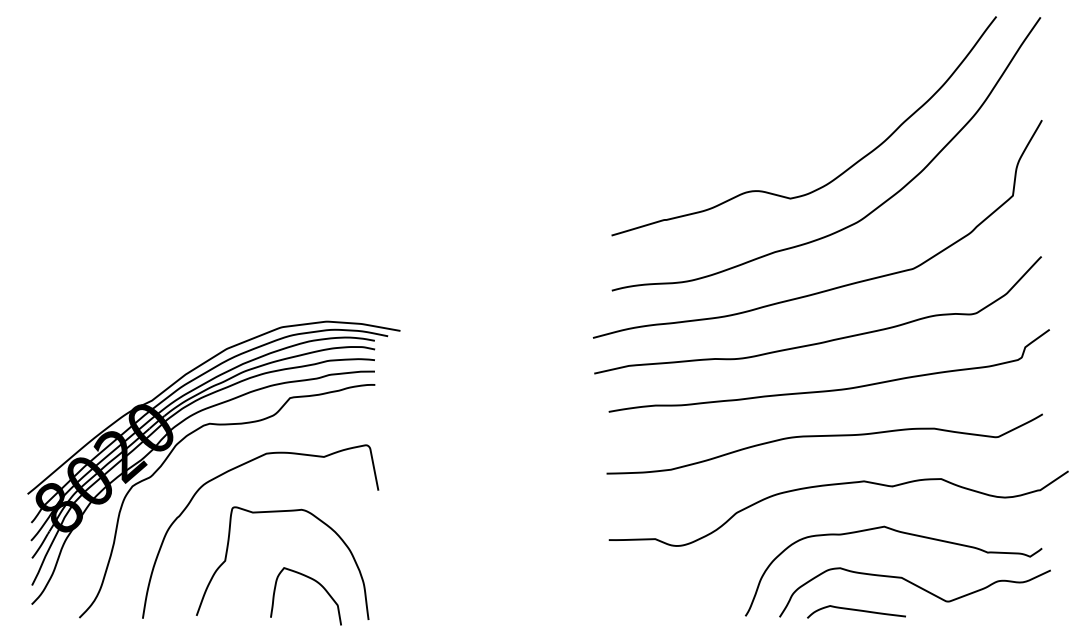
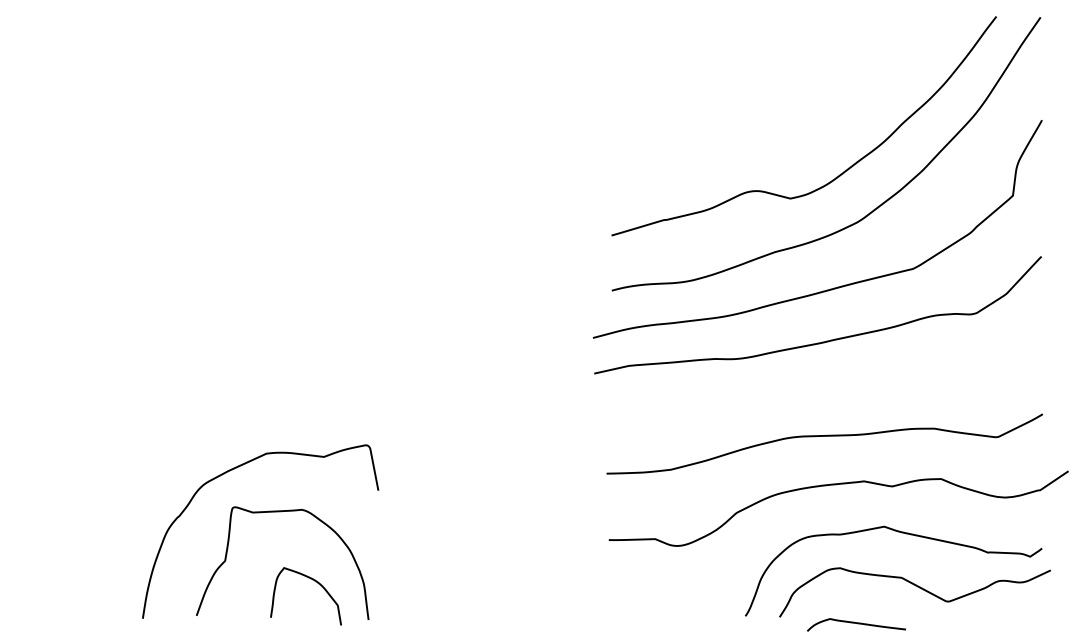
curve at (830, 389): present -> none
part at (191, 434): present -> none
curve at (856, 610) position: (856, 610) -> (856, 623)
